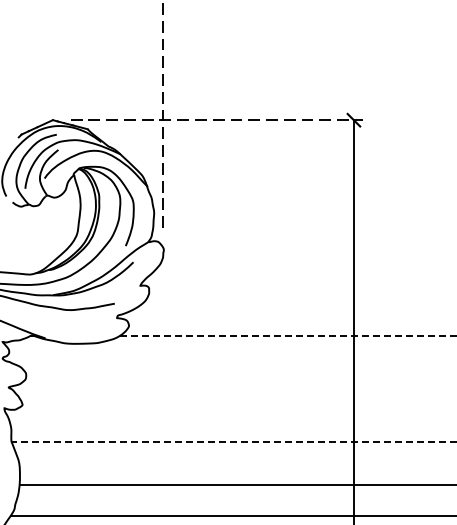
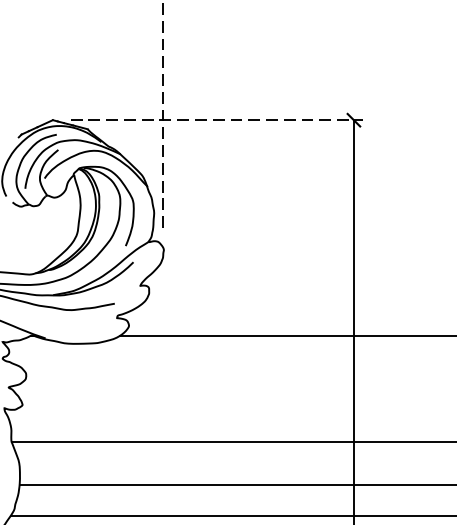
line at (287, 336): dashed -> solid
line at (233, 441): dashed -> solid
